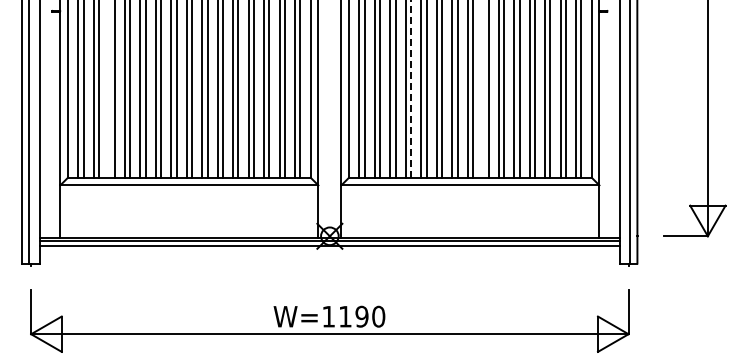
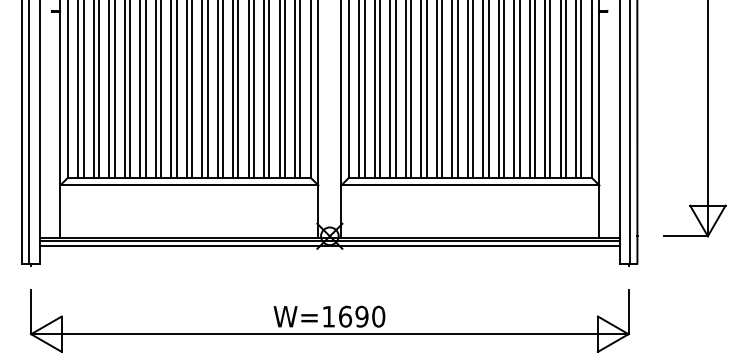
line at (411, 88): dashed -> solid
line at (109, 89): none -> present
line at (483, 89): none -> present
text at (345, 316): W=1190 -> W=1690
